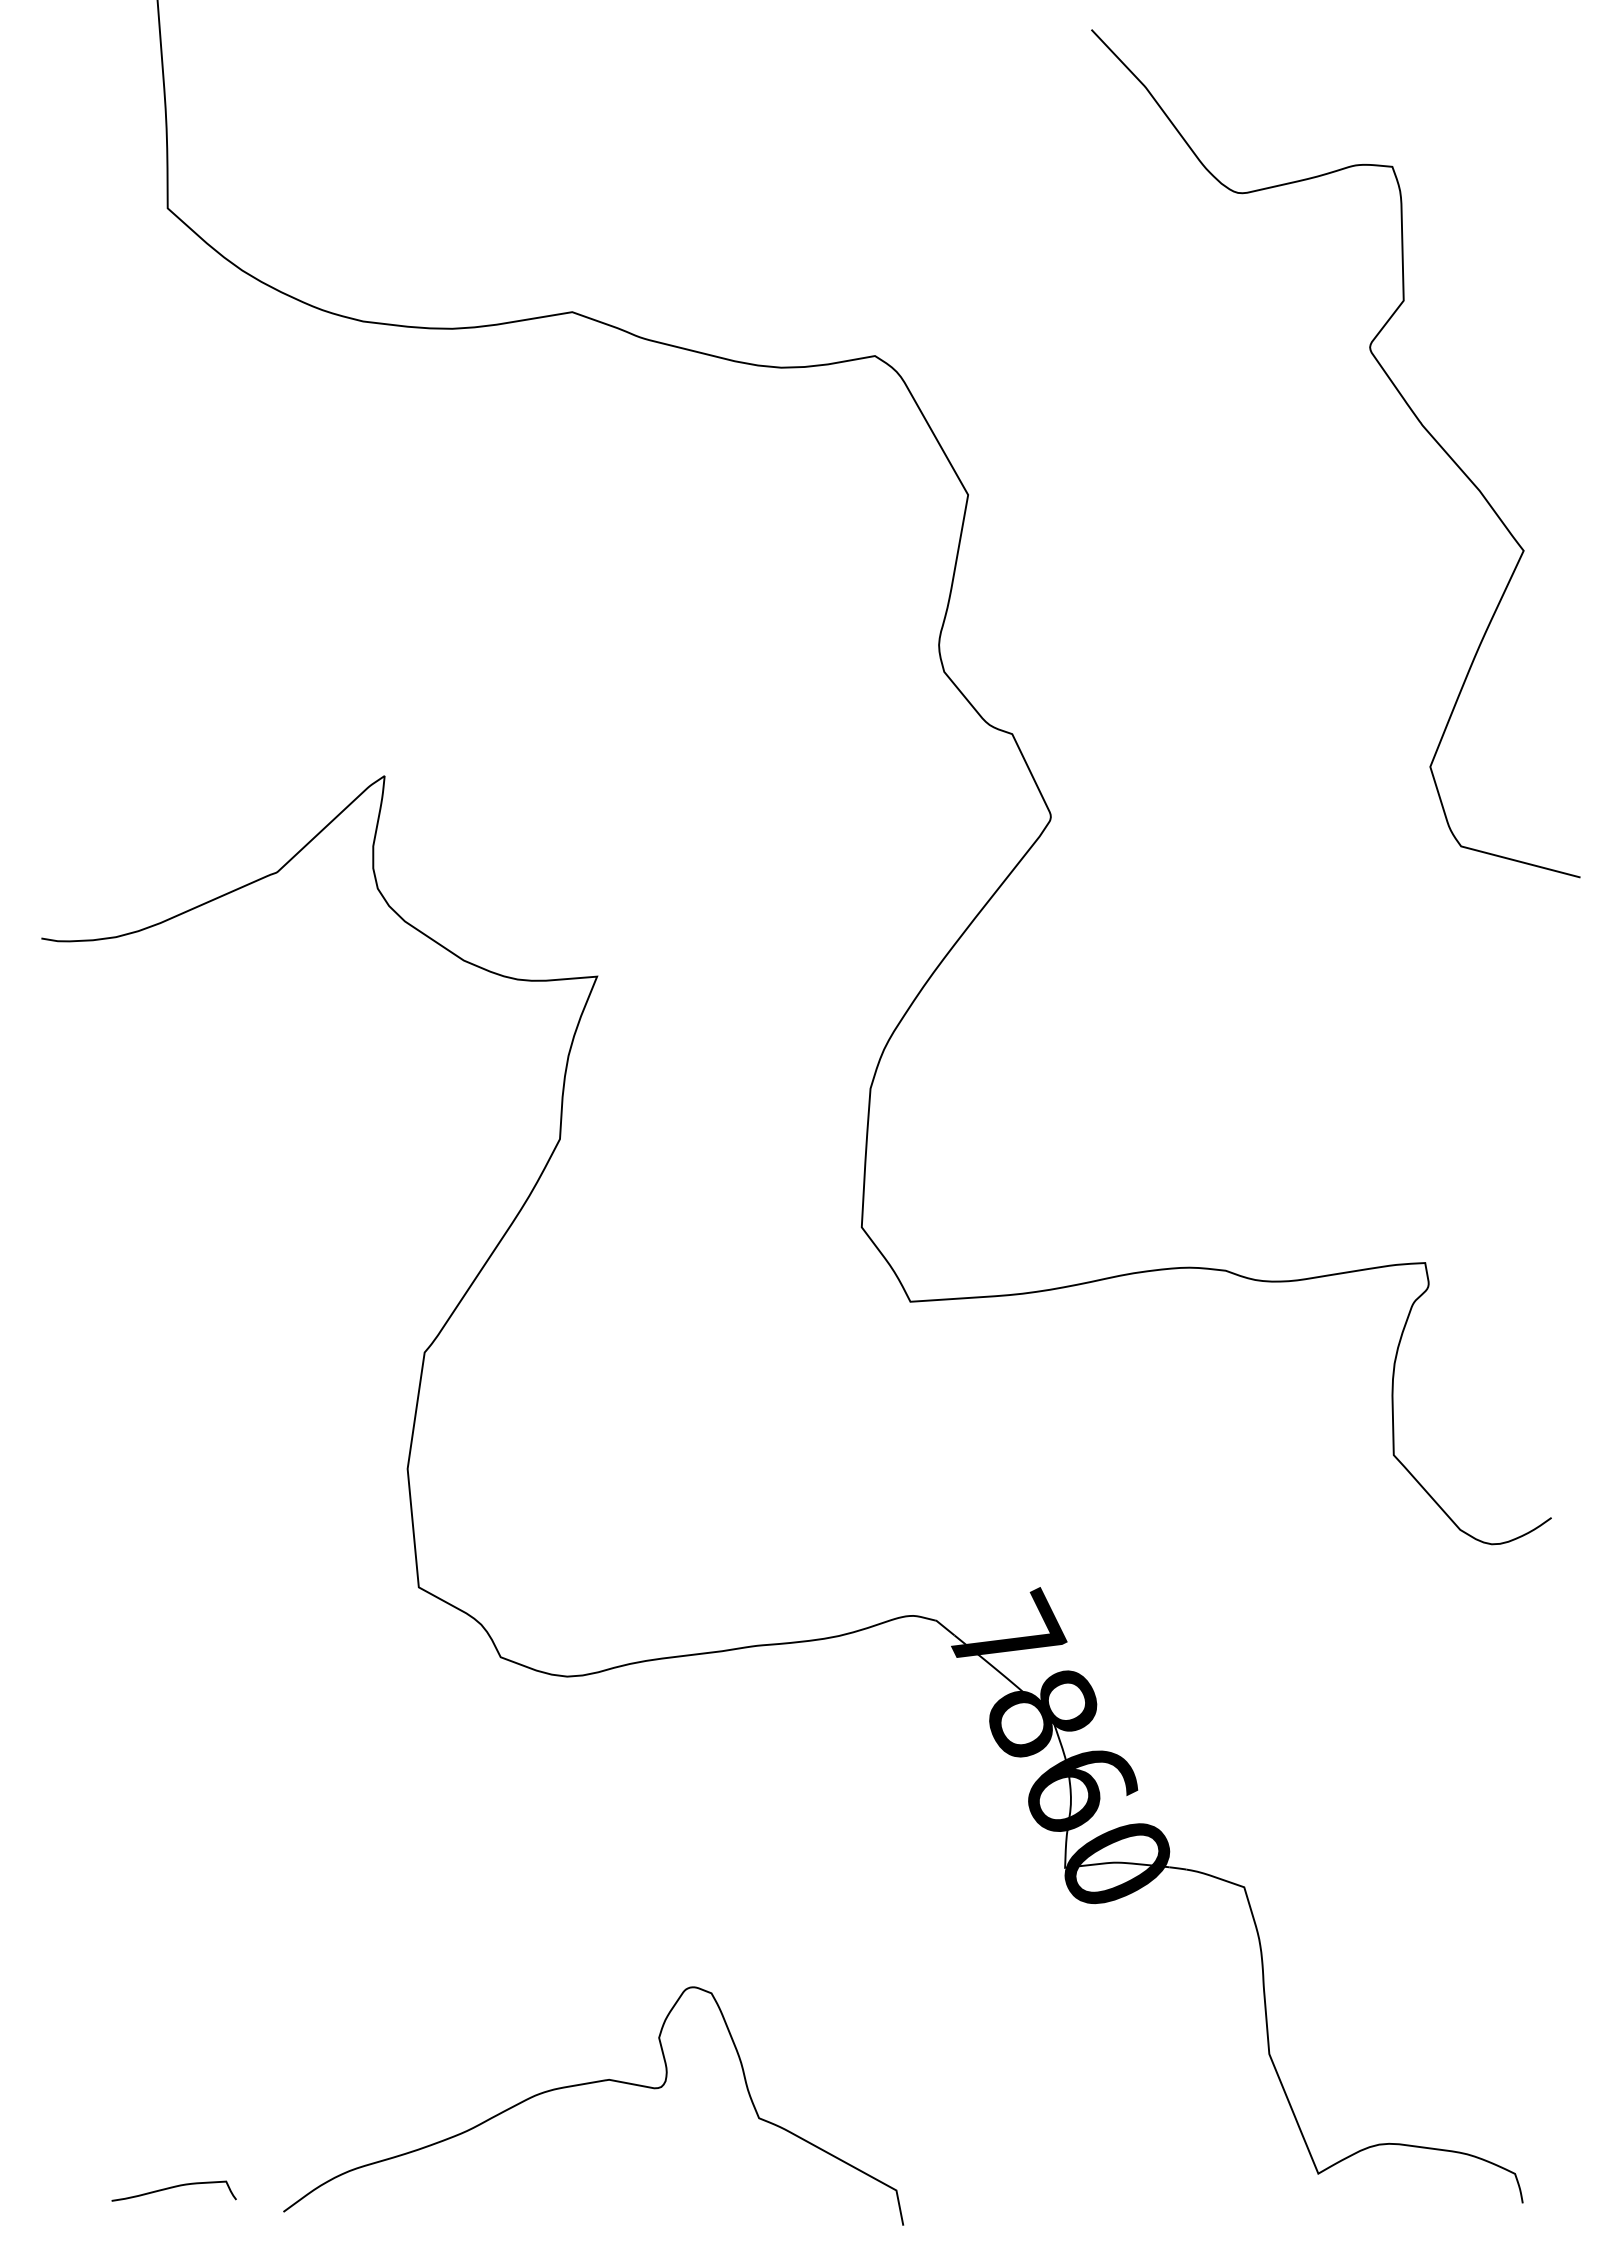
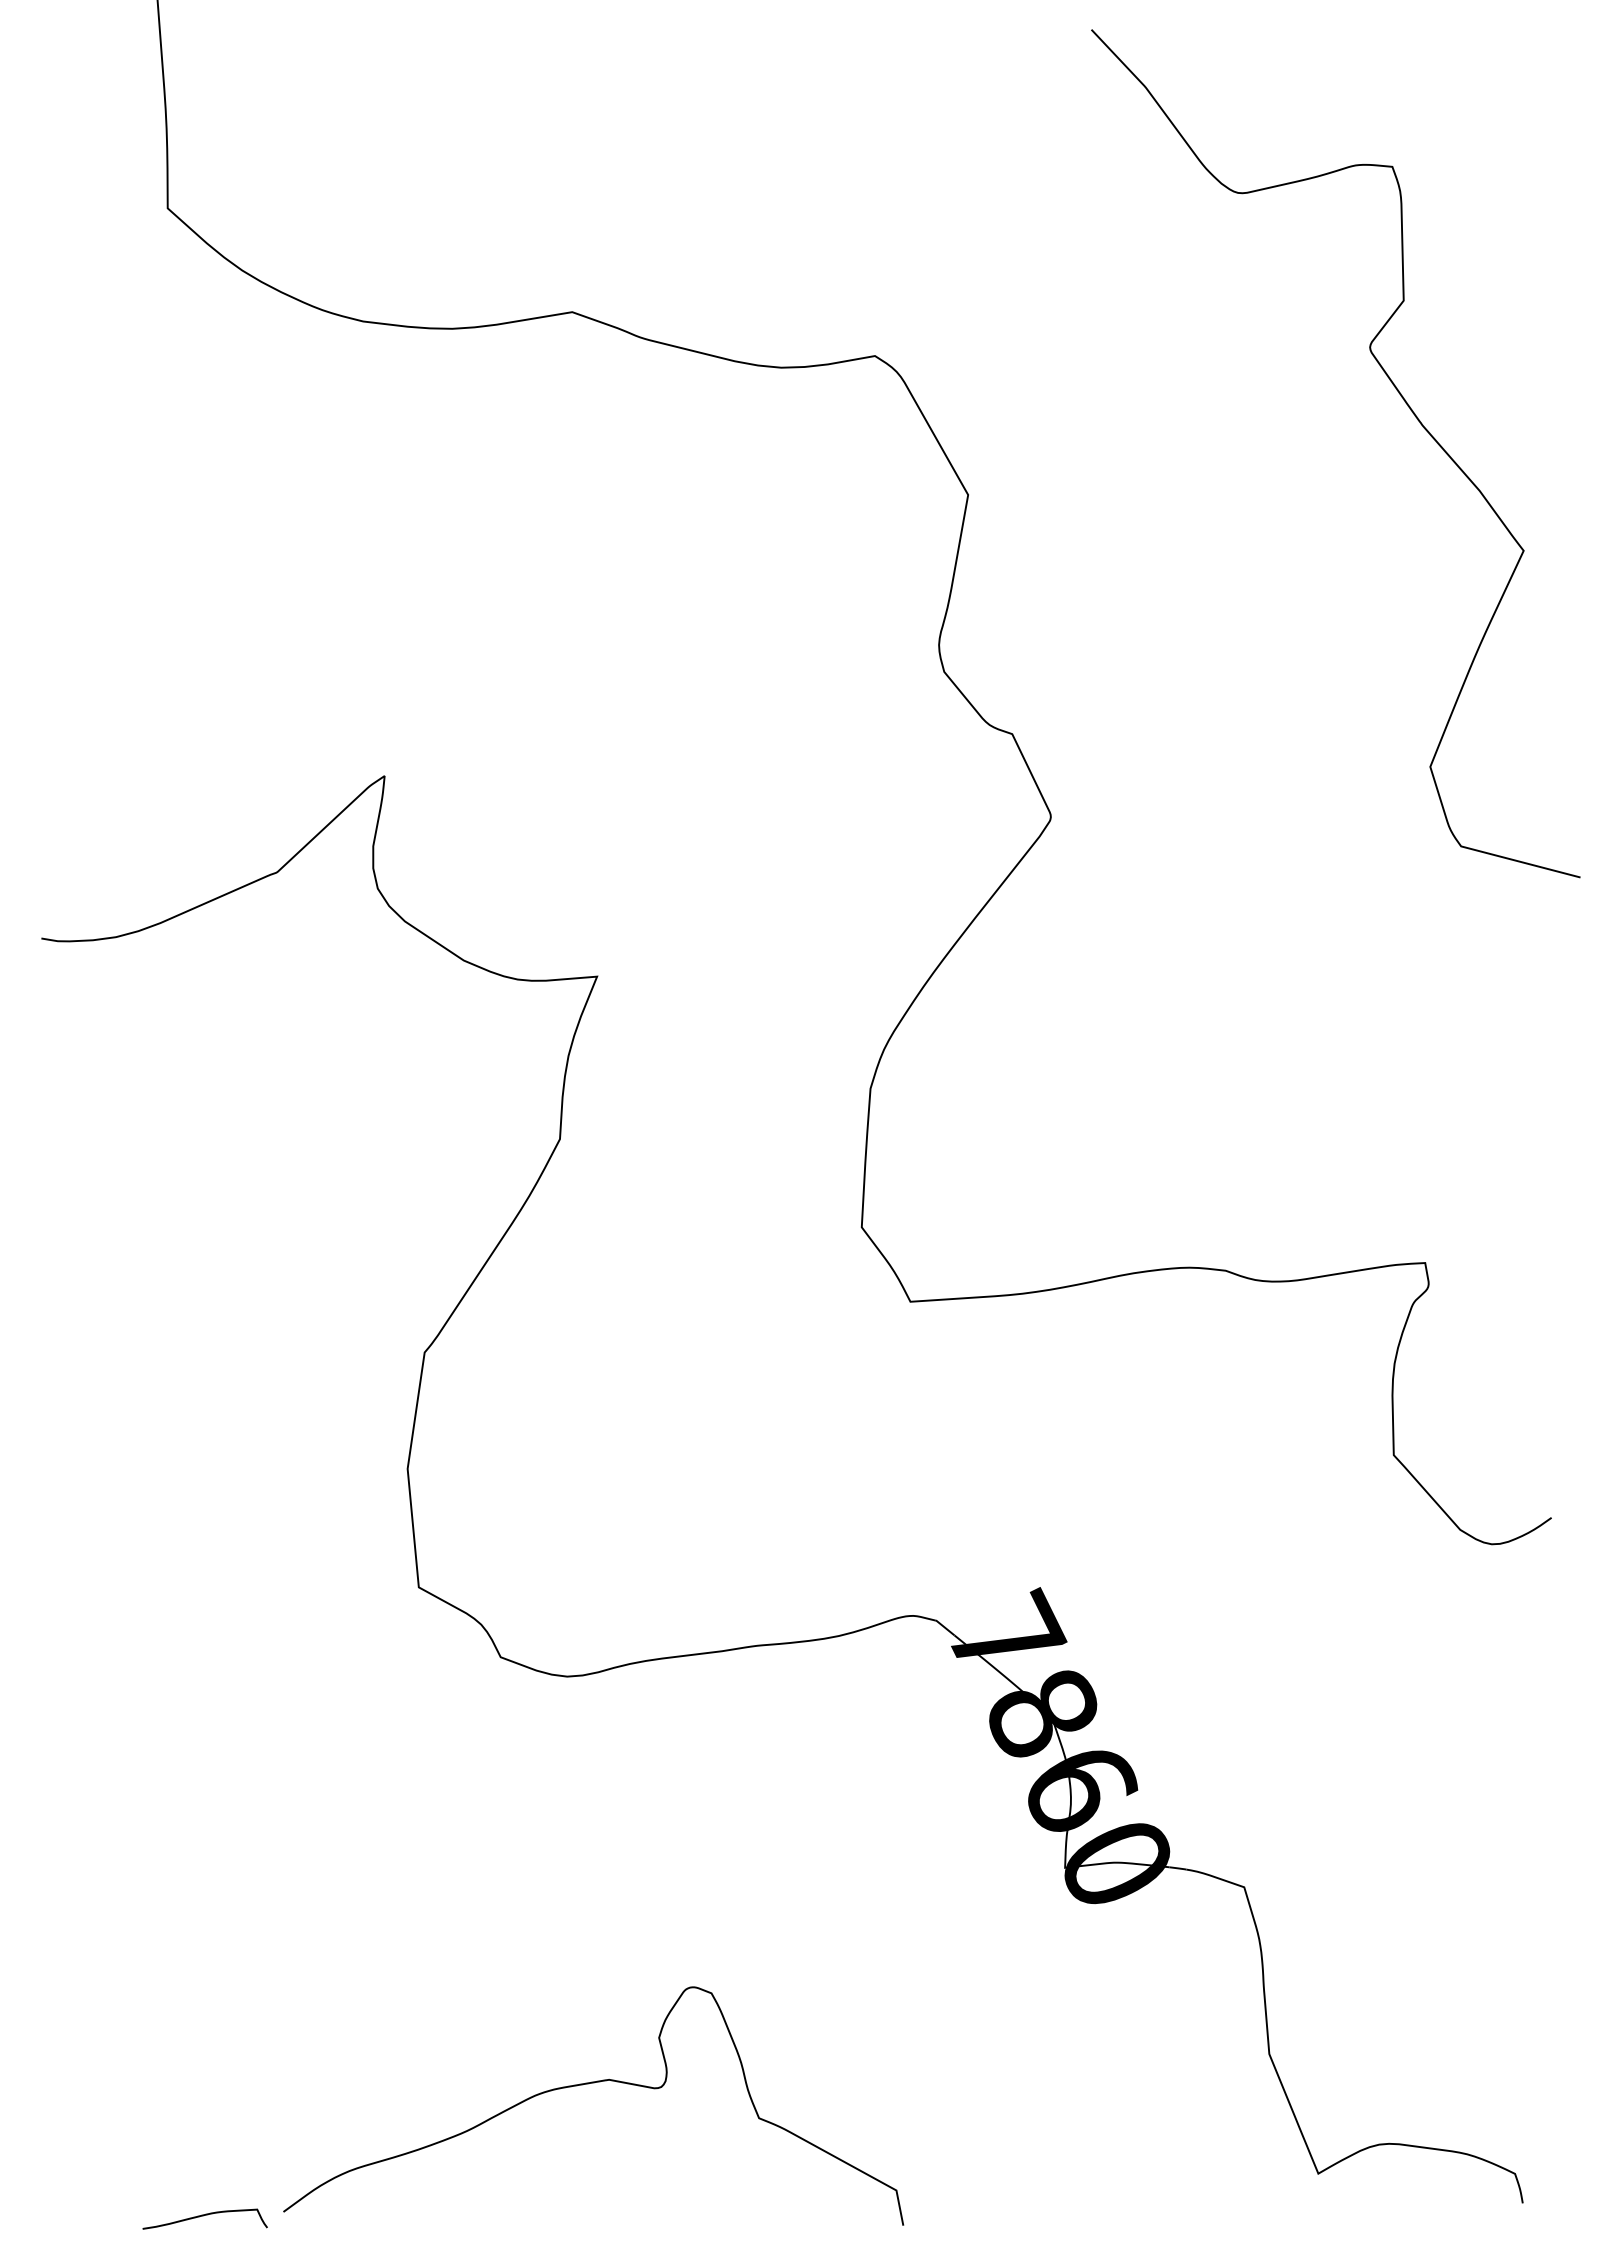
curve at (172, 2188) position: (172, 2188) -> (203, 2216)
